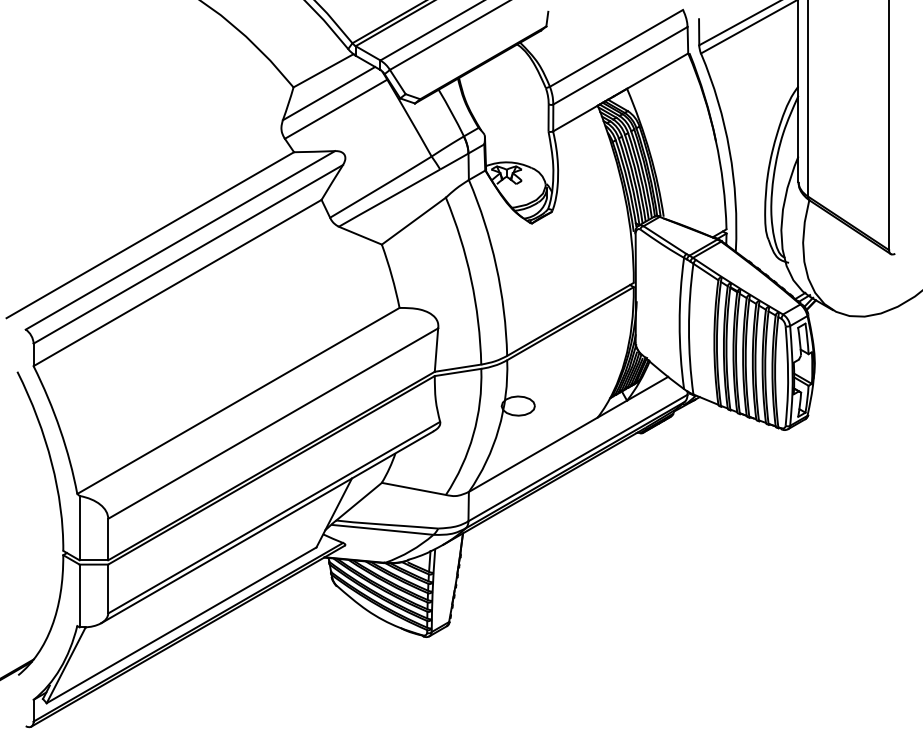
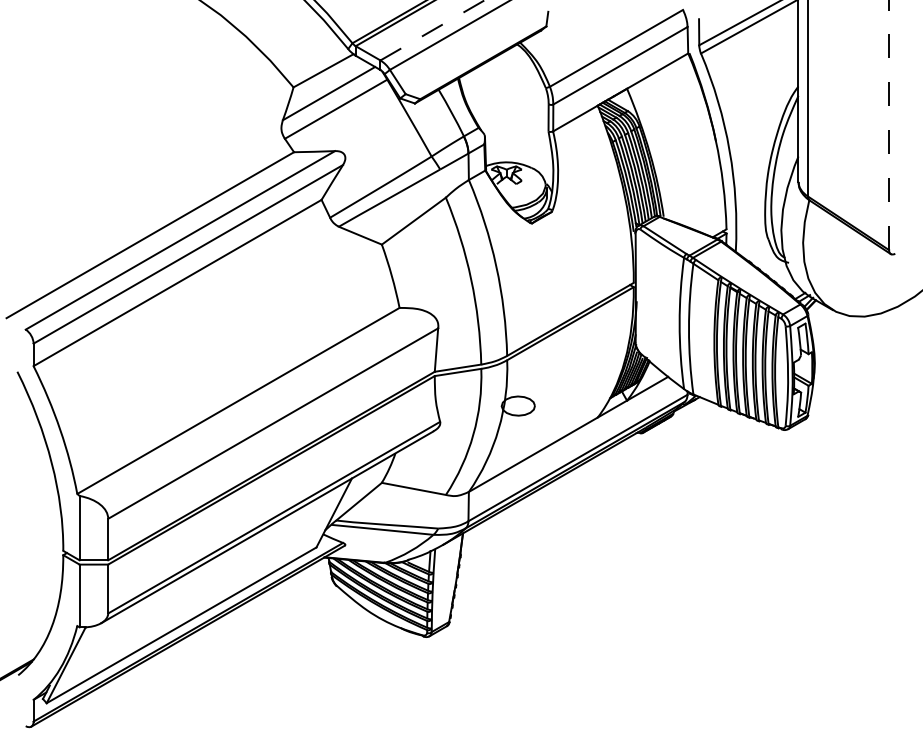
line at (433, 30): solid -> dashed
line at (889, 125): solid -> dashed
